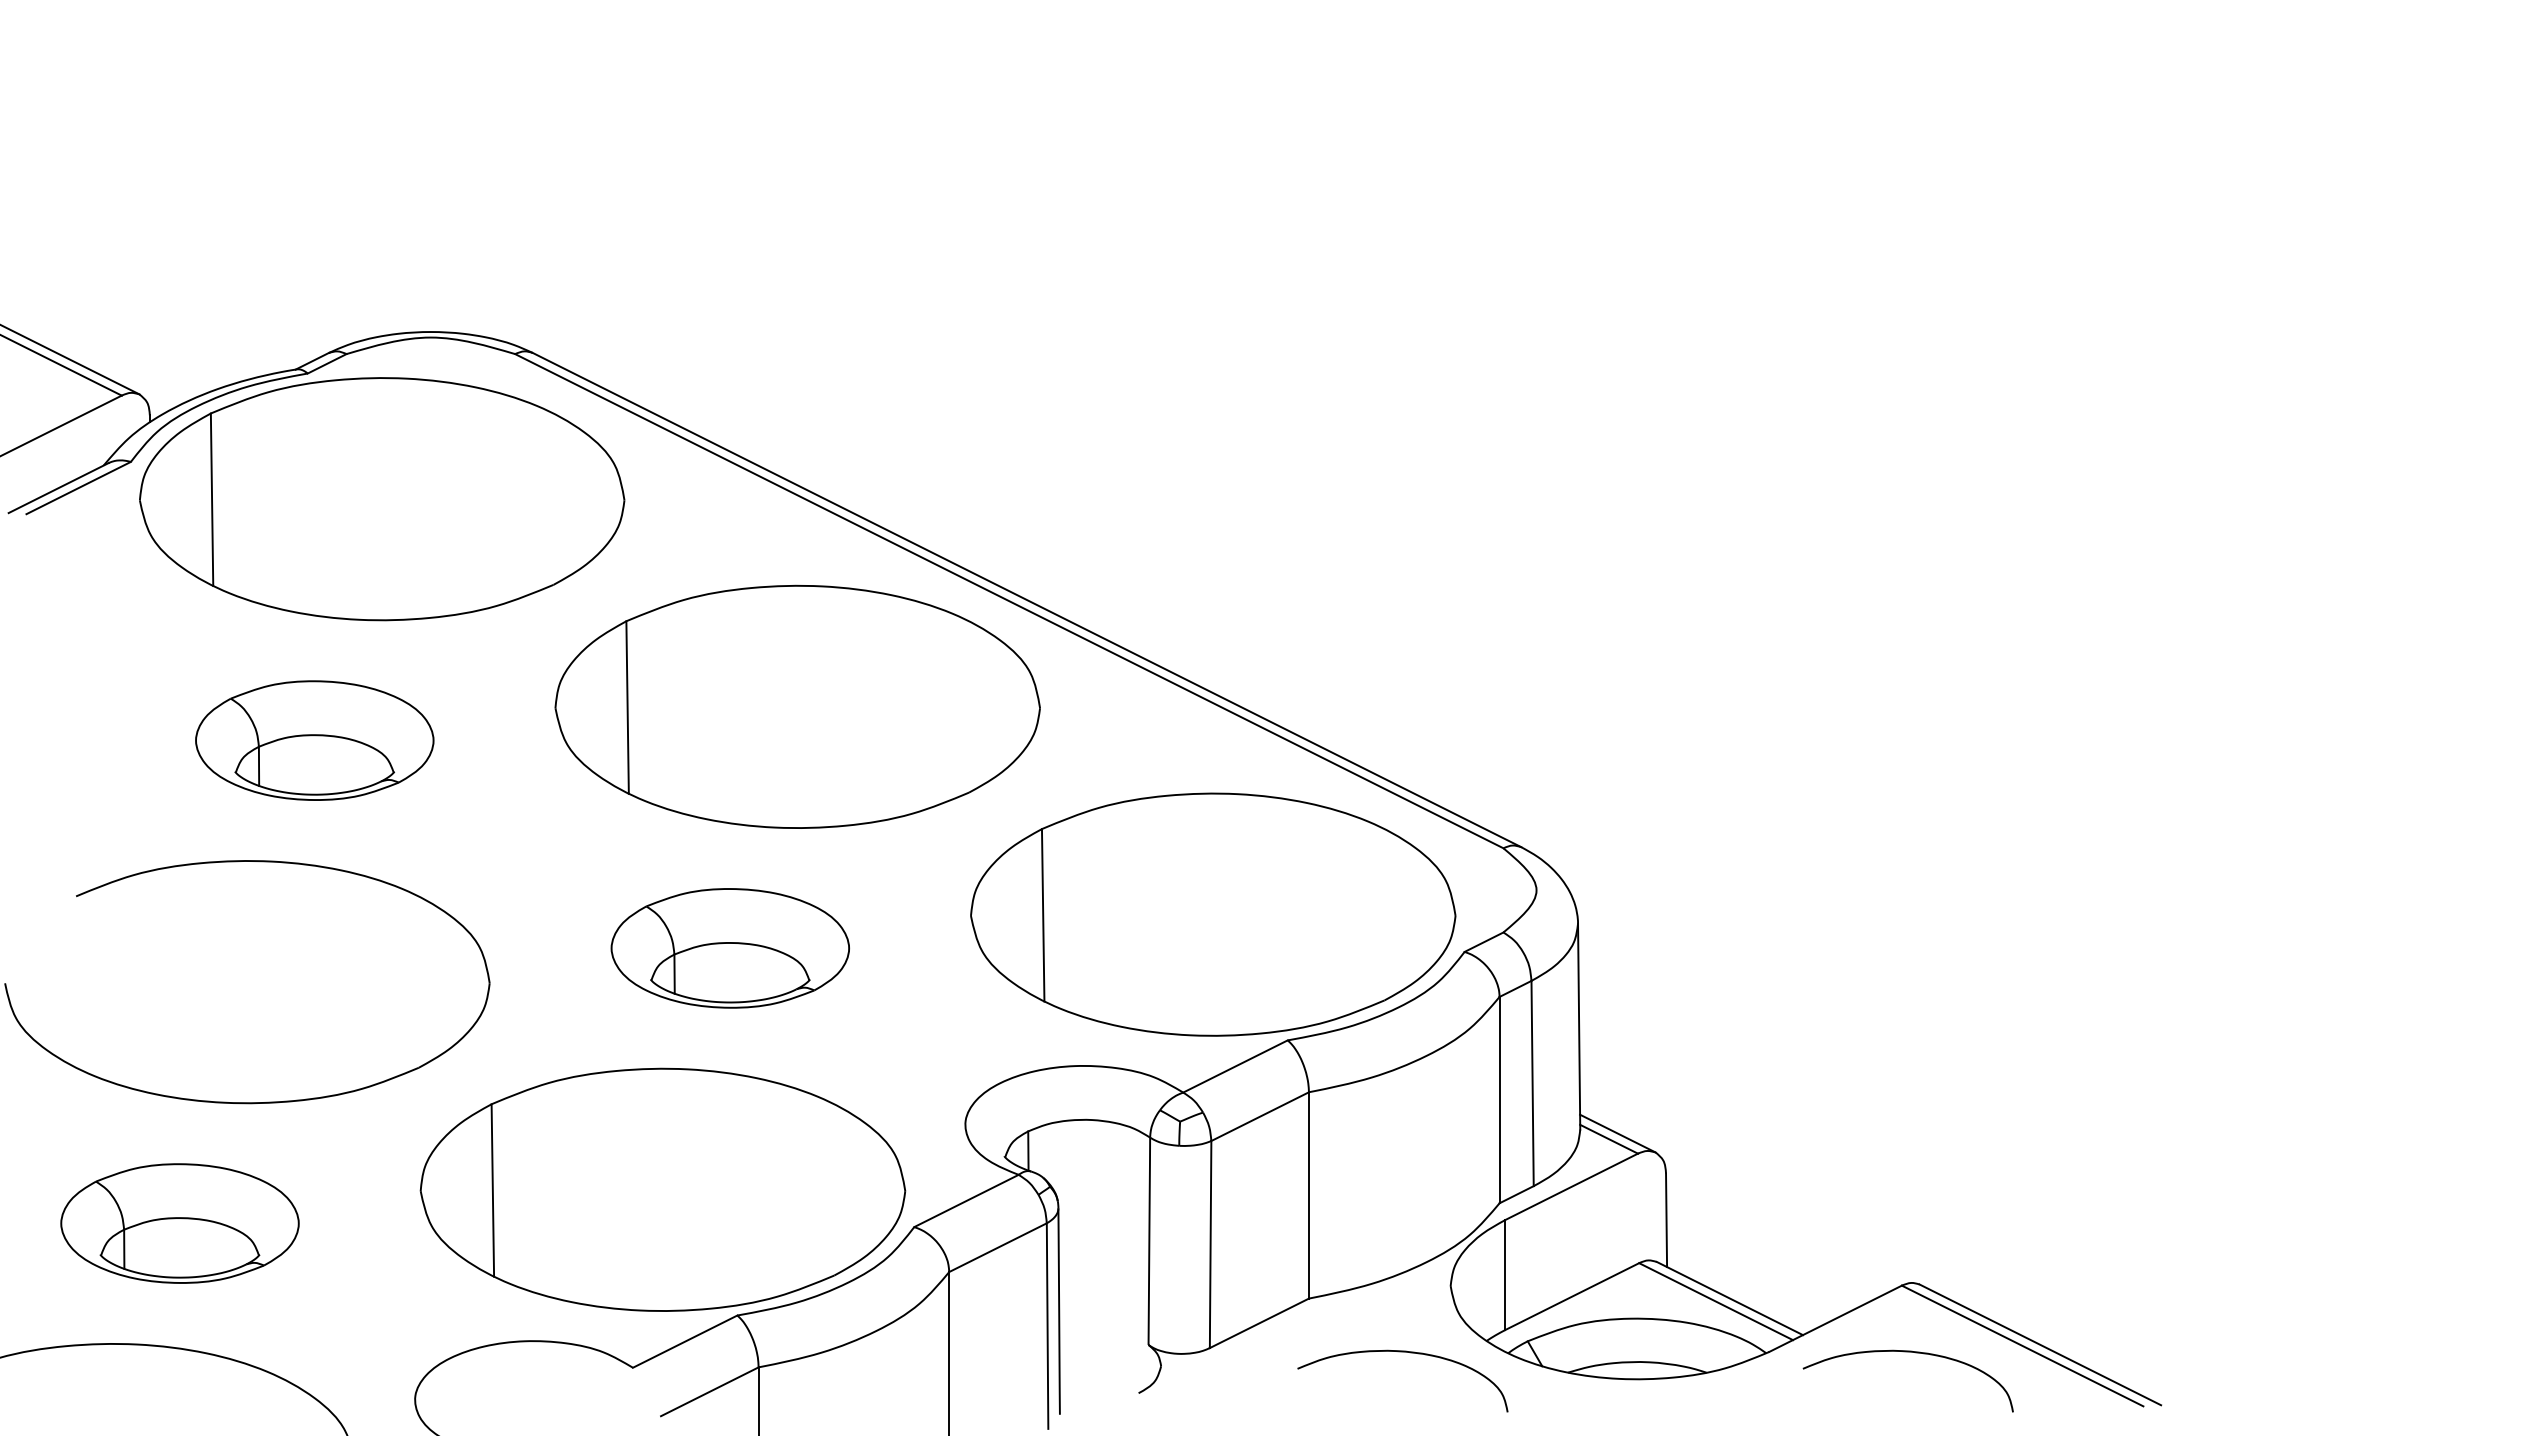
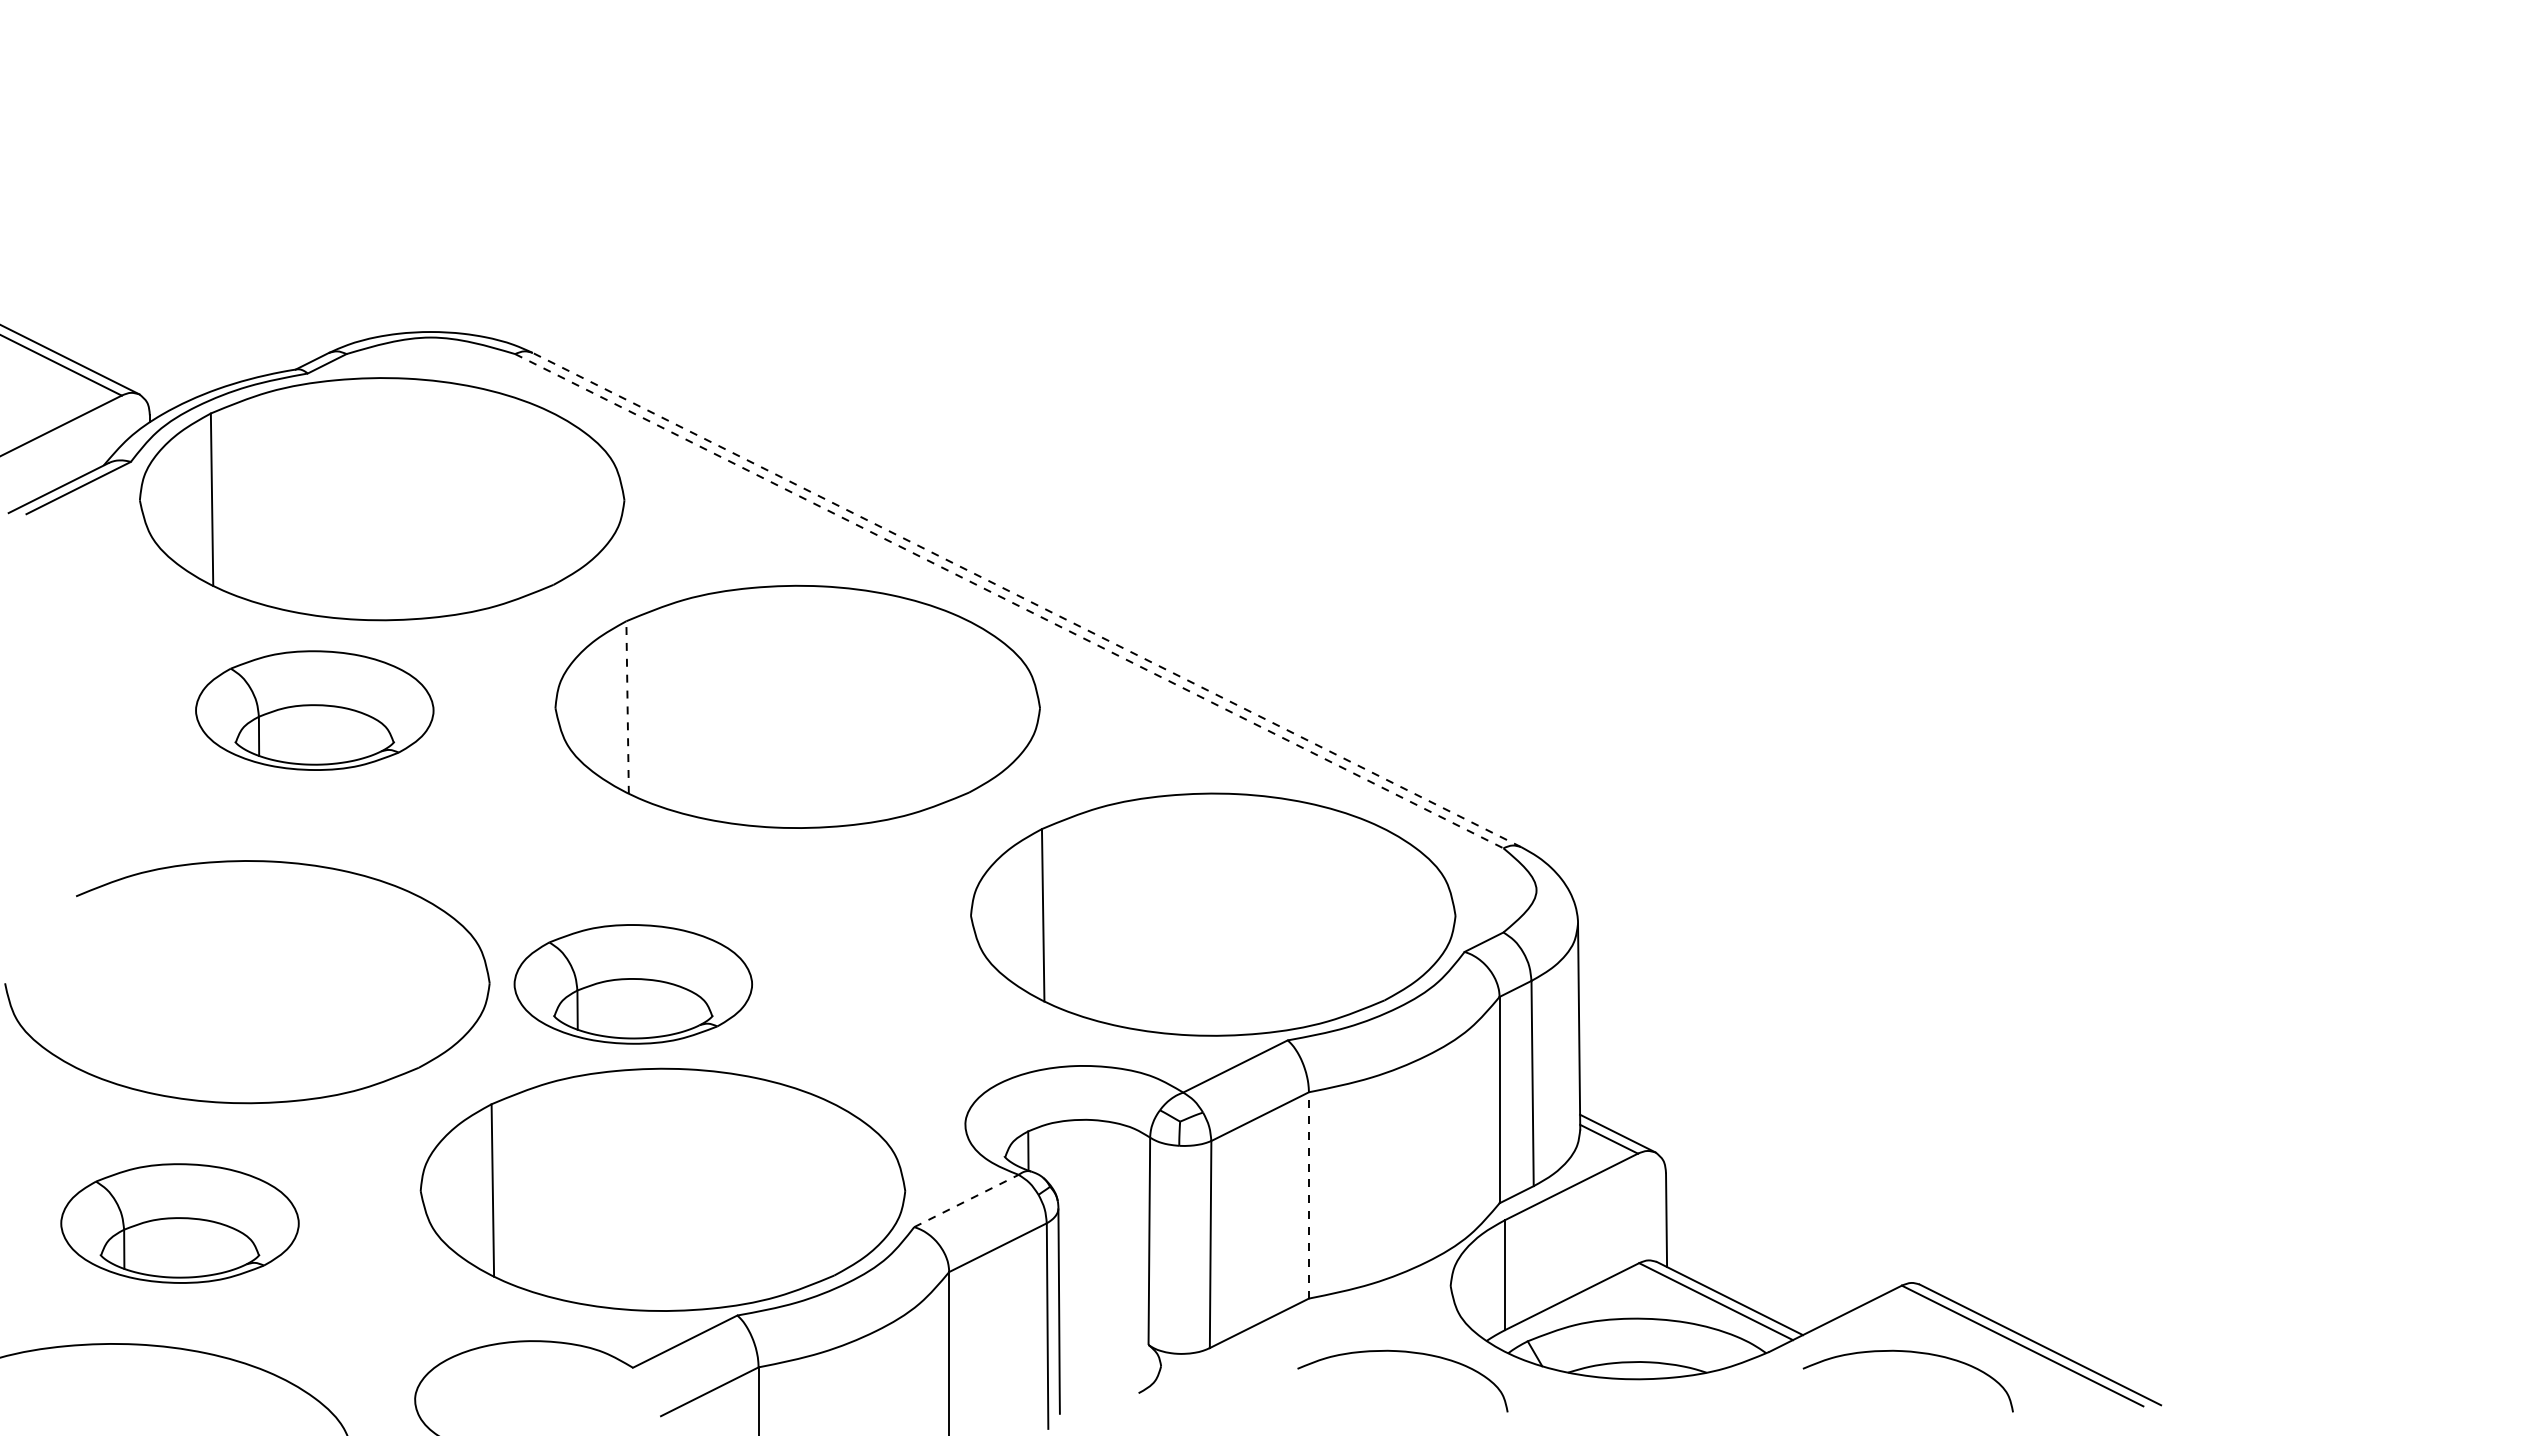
line at (1026, 599): solid -> dashed
line at (1009, 601): solid -> dashed
line at (627, 707): solid -> dashed
part at (314, 740) position: (314, 740) -> (314, 710)
part at (729, 948) position: (729, 948) -> (632, 984)
line at (1308, 1194): solid -> dashed
line at (966, 1200): solid -> dashed
